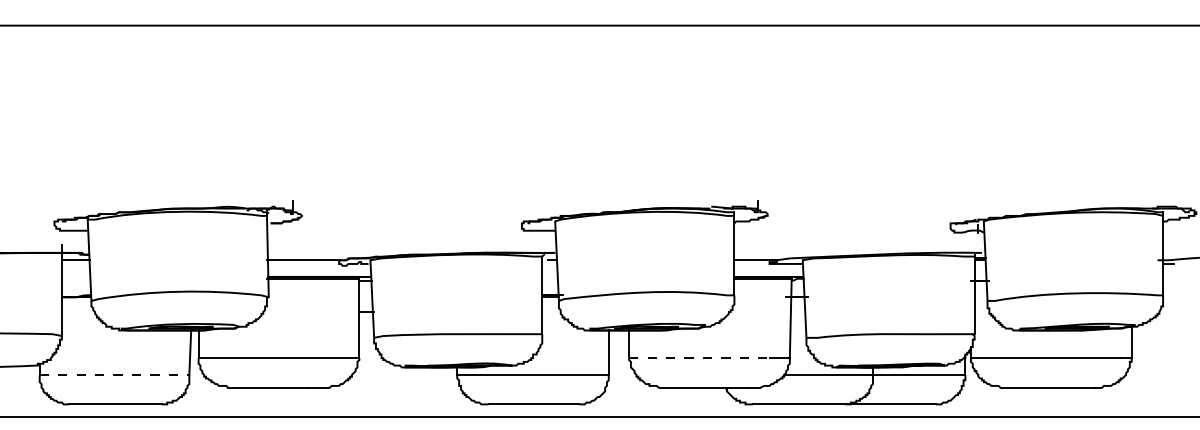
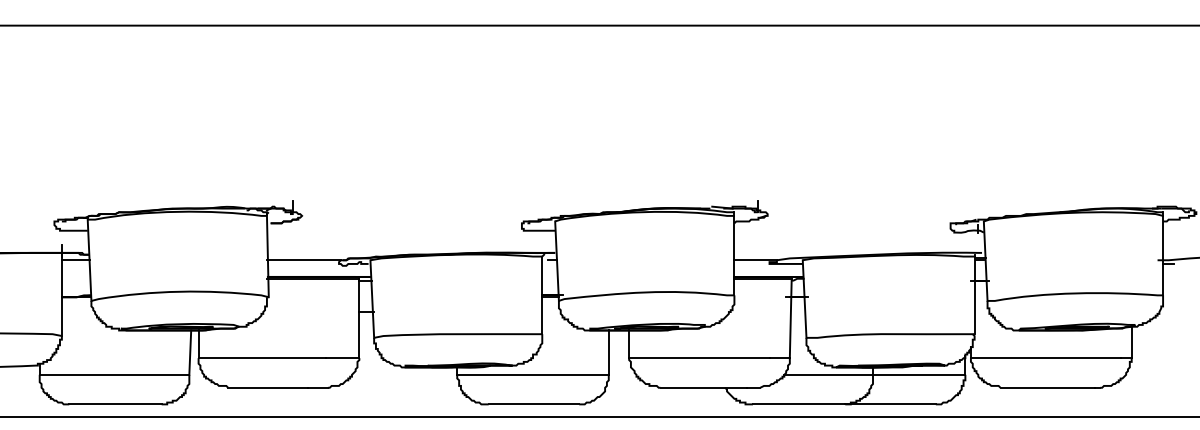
line at (699, 358): dashed -> solid
line at (114, 374): dashed -> solid
